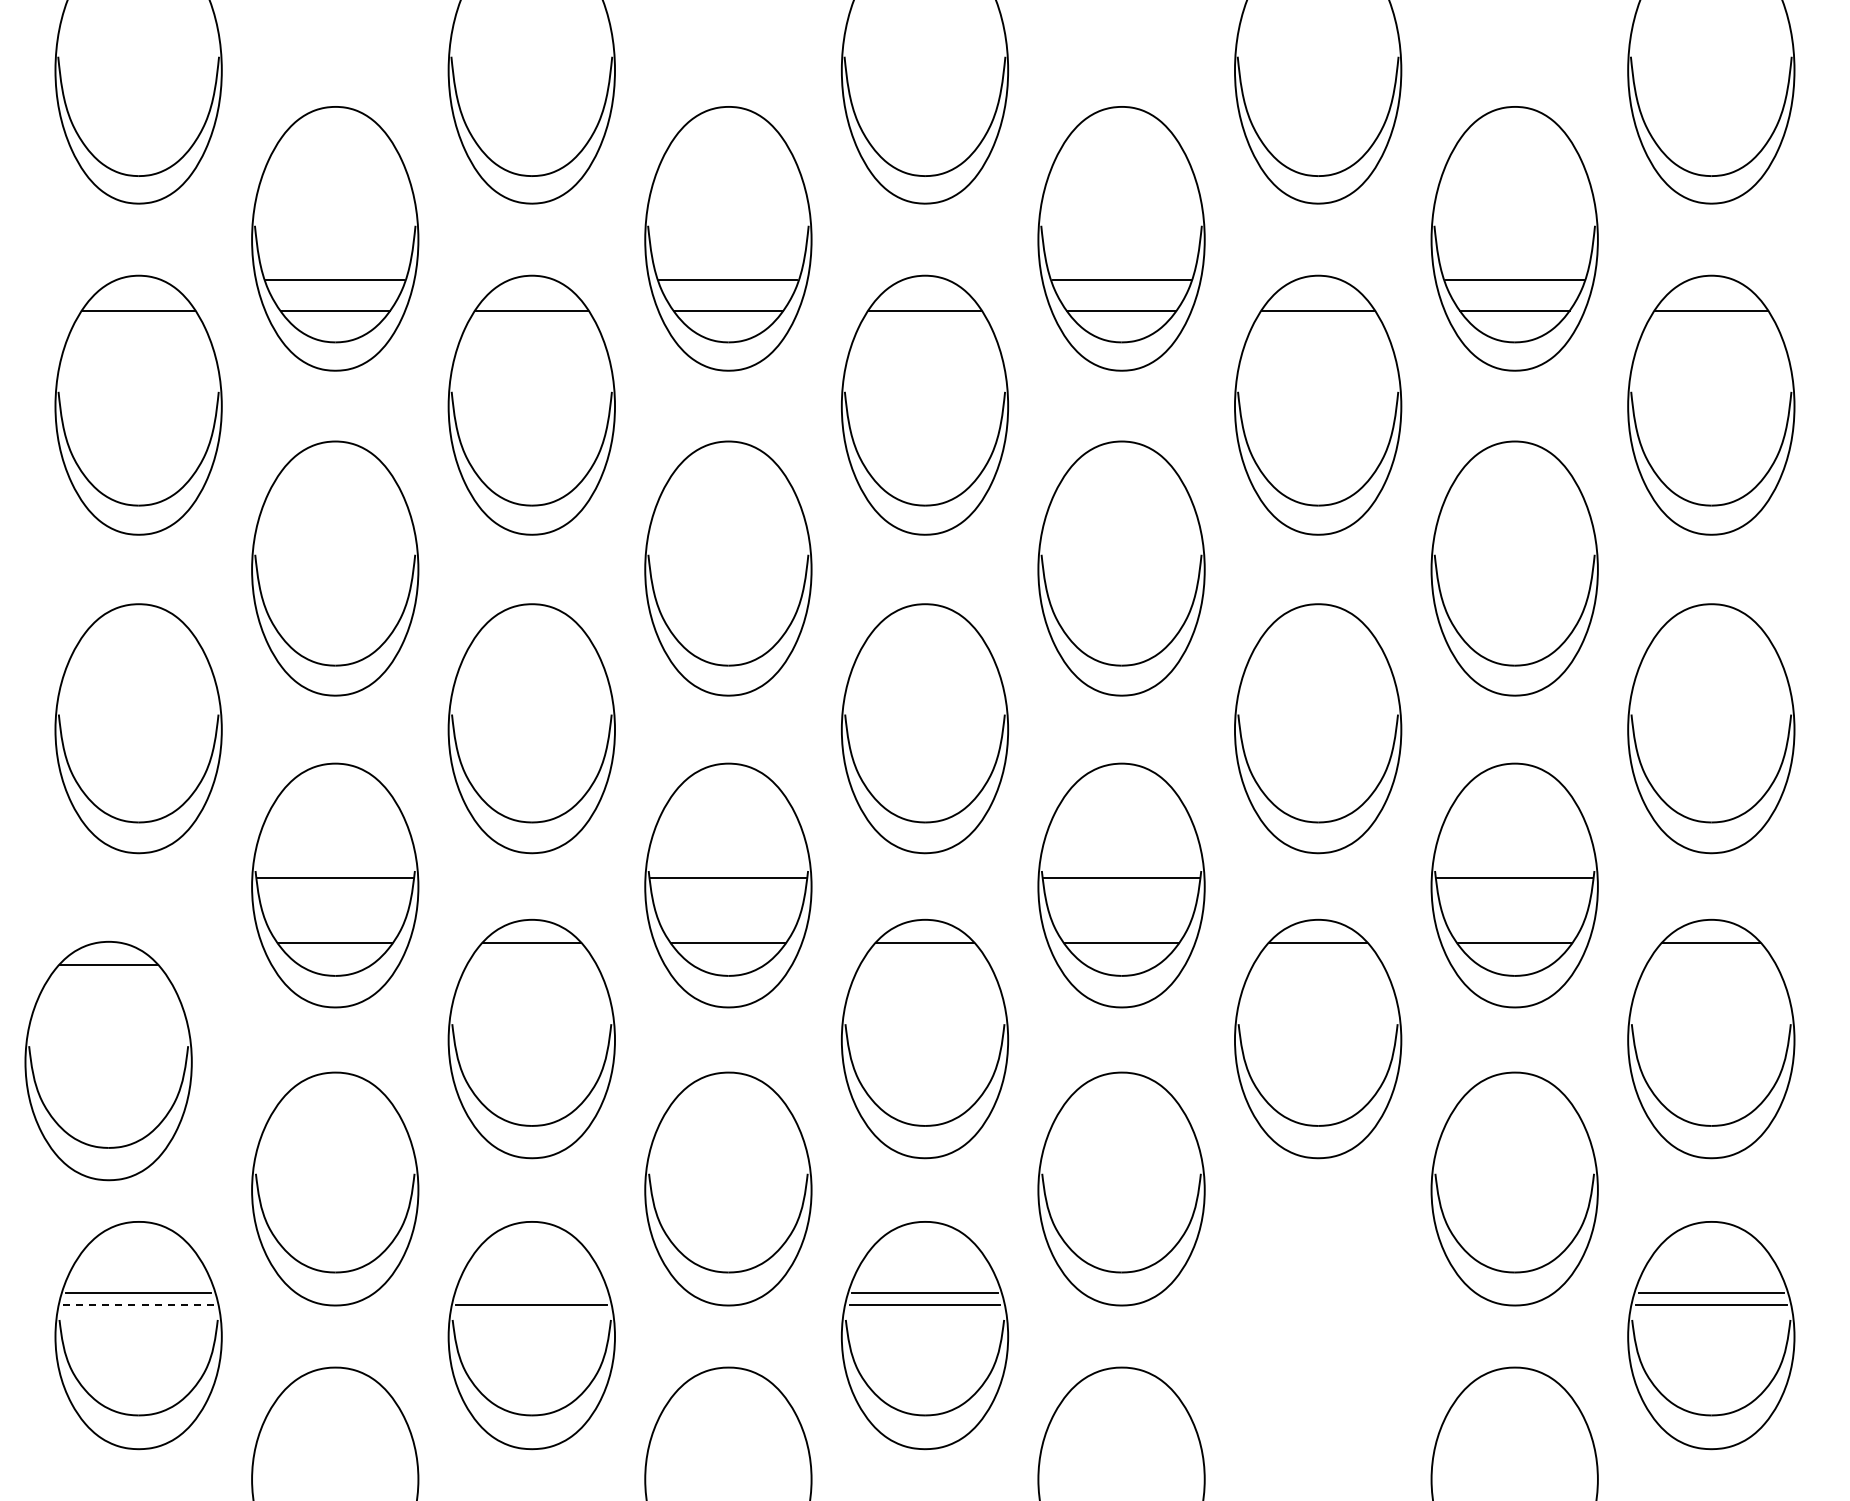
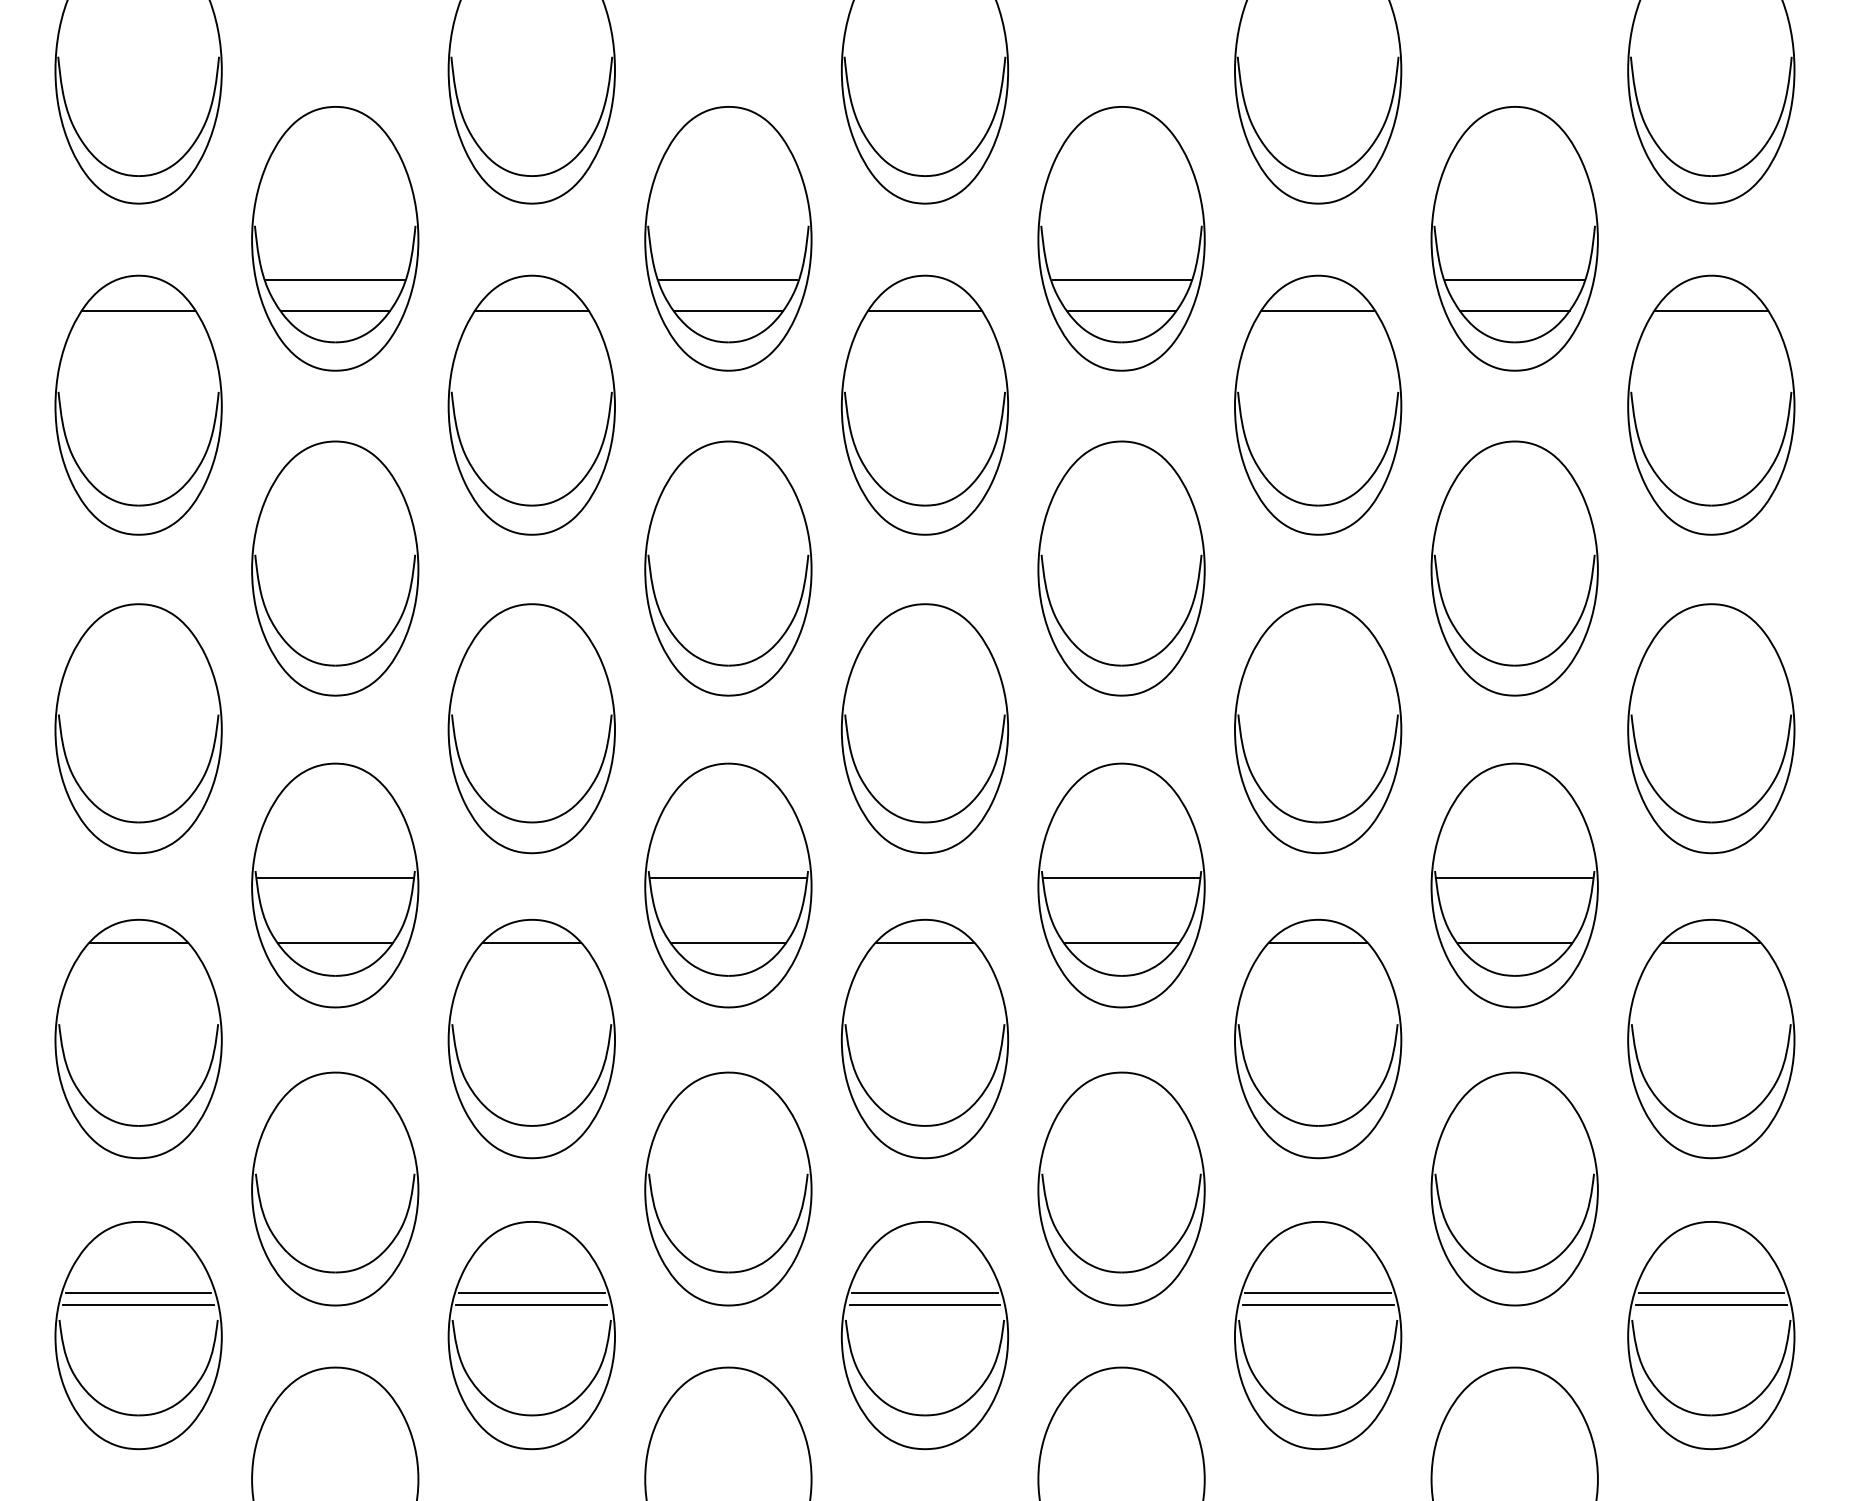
part at (108, 1060) position: (108, 1060) -> (138, 1038)
line at (531, 1293): none -> present
line at (139, 1304): dashed -> solid
part at (1318, 1335): none -> present
